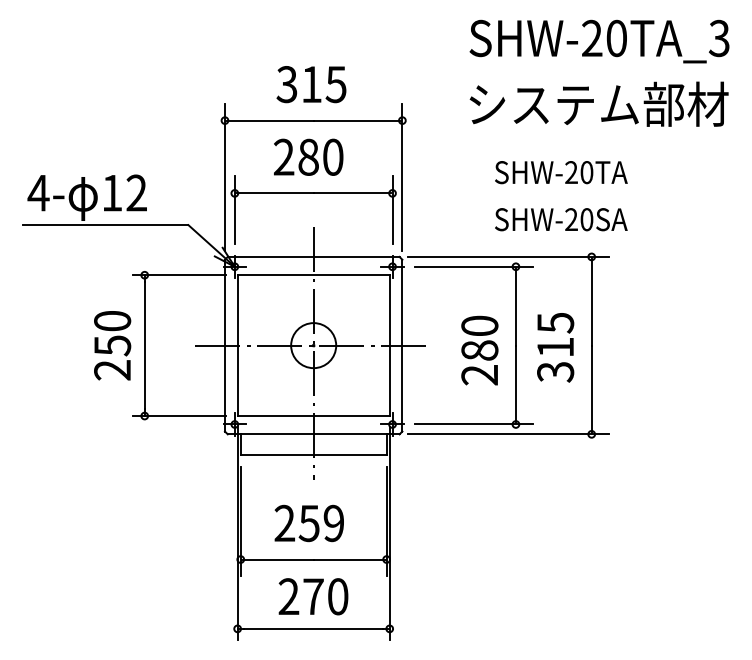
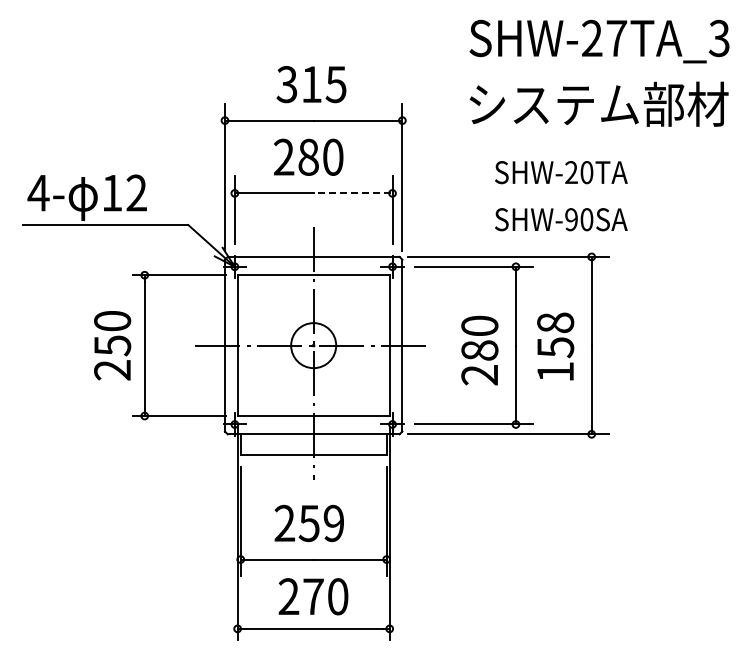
text at (616, 38): SHW-20TA_3 -> SHW-27TA_3
line at (352, 193): solid -> dashed
text at (571, 219): SHW-20SA -> SHW-90SA
text at (555, 347): 315 -> 158
